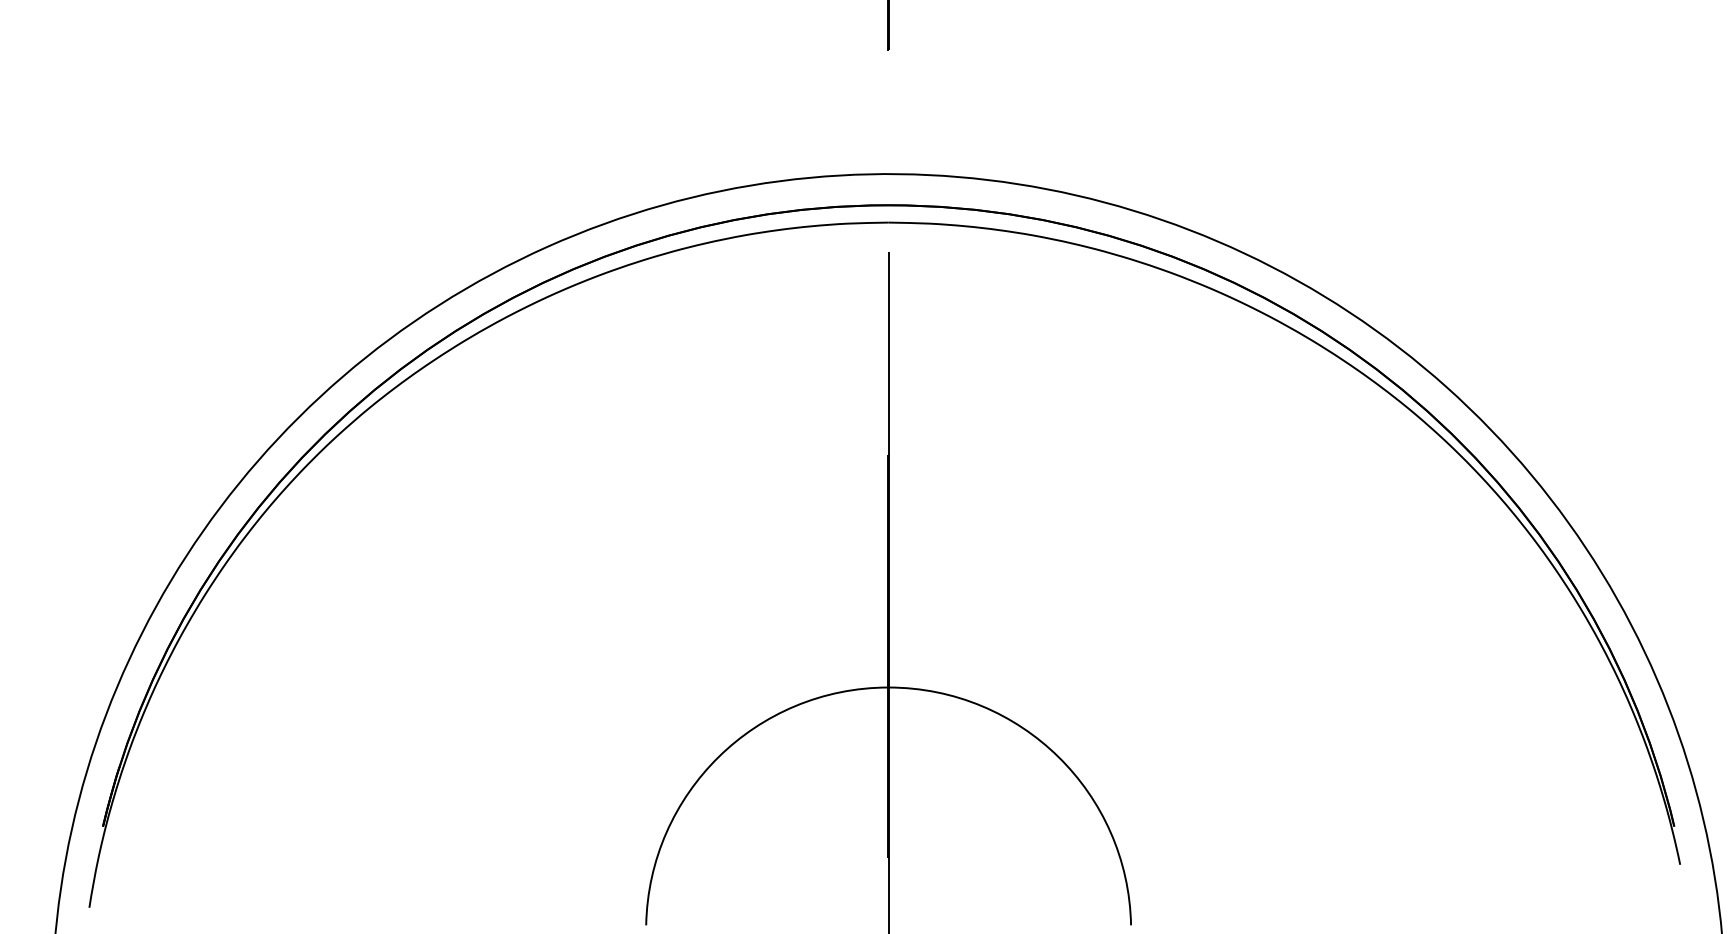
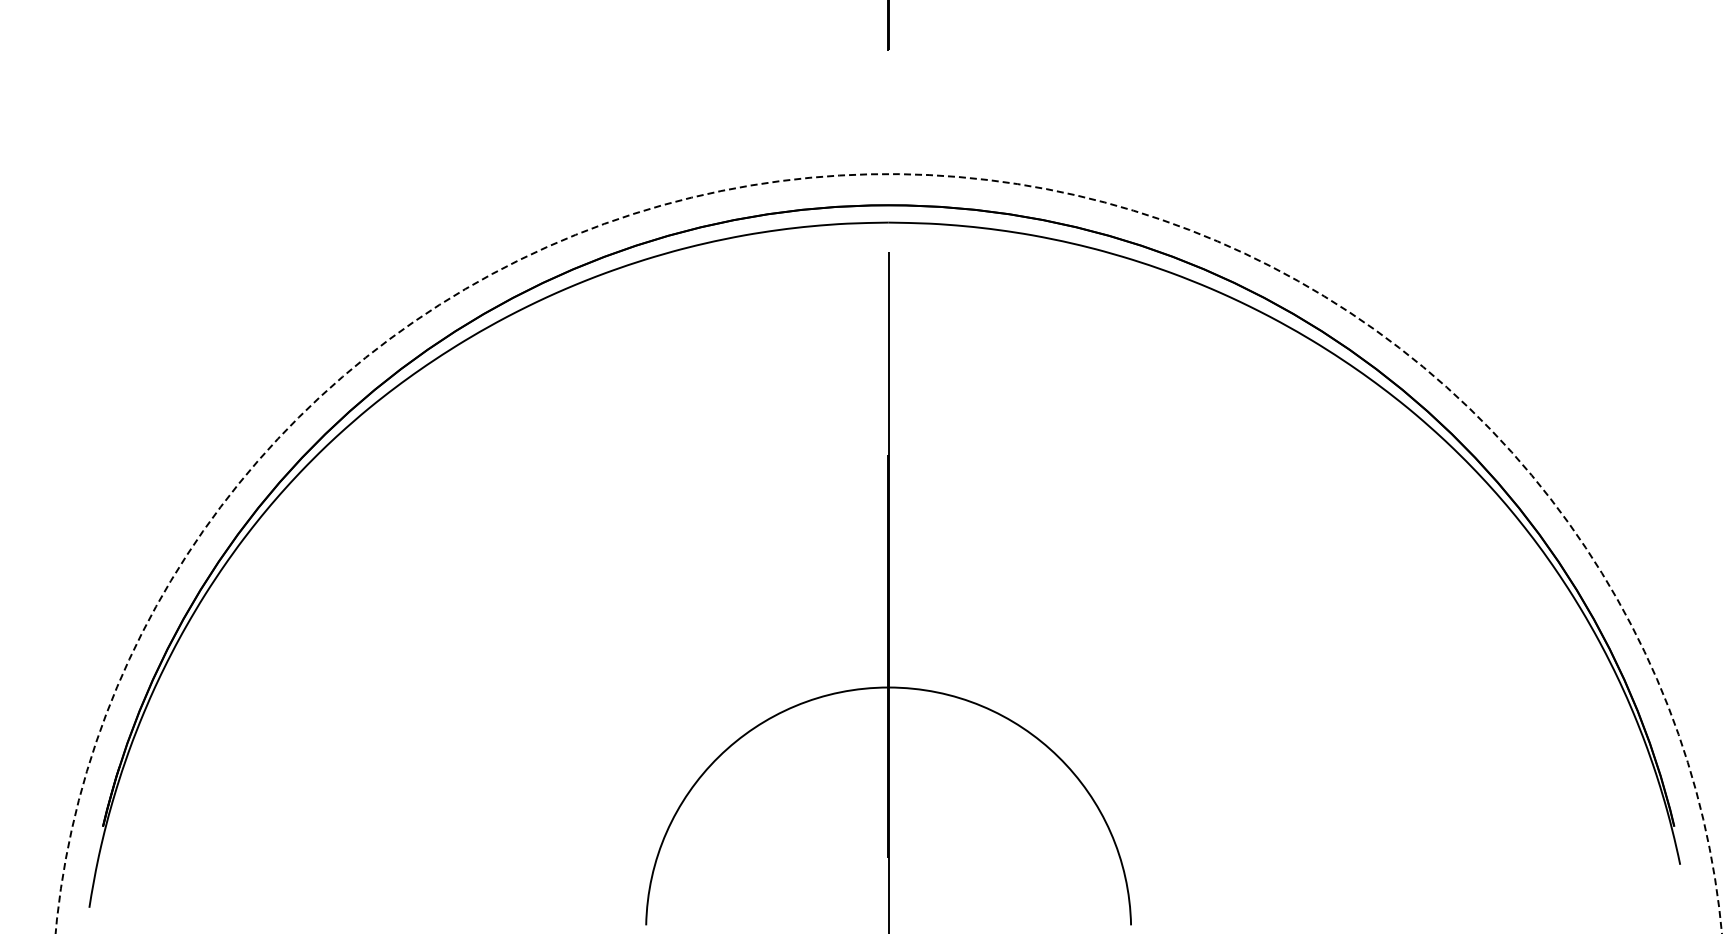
arc at (881, 174): solid -> dashed
